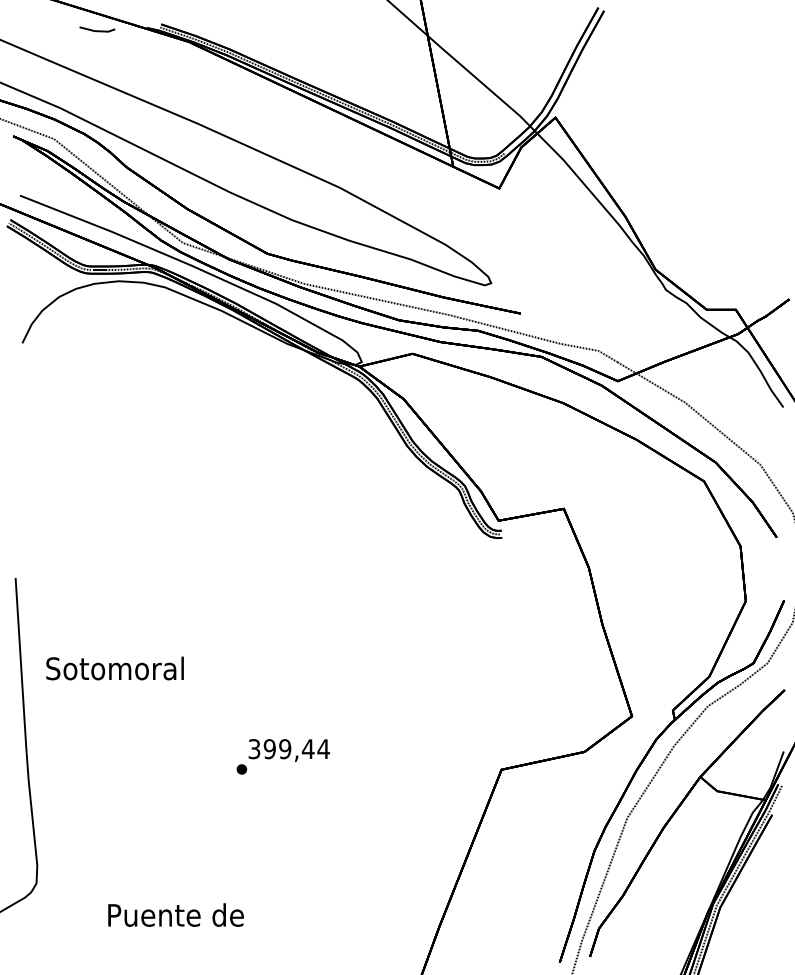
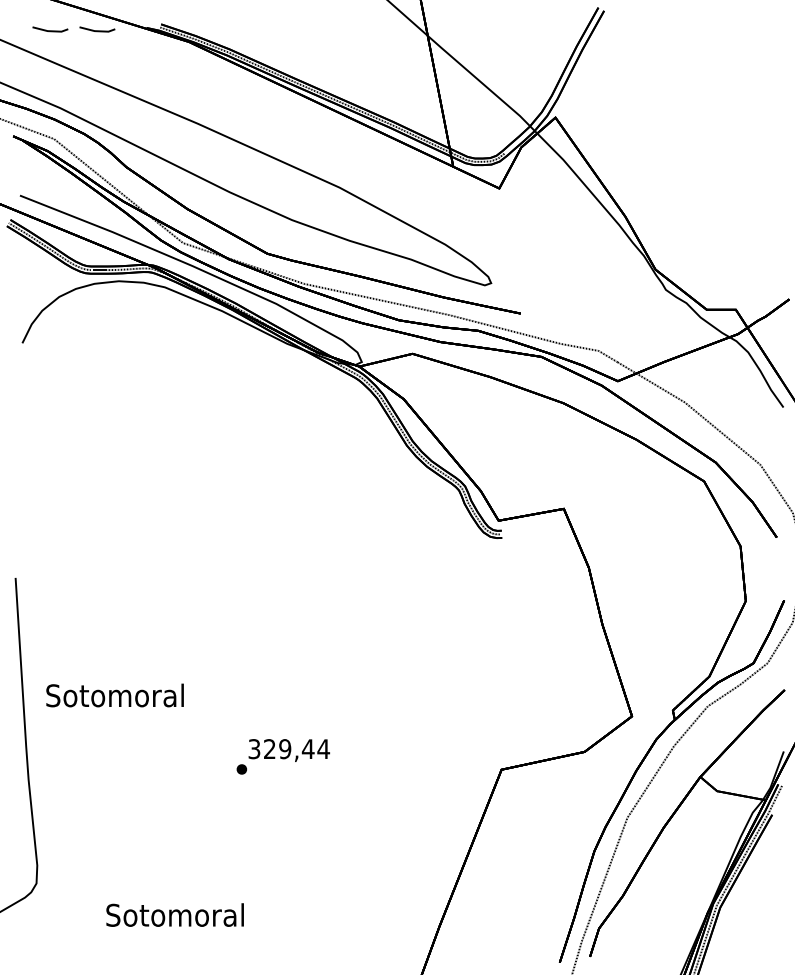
line at (50, 30): none -> present
text at (114, 668) position: (114, 668) -> (114, 695)
text at (269, 749): 399,44 -> 329,44
text at (174, 914): Puente de -> Sotomoral
